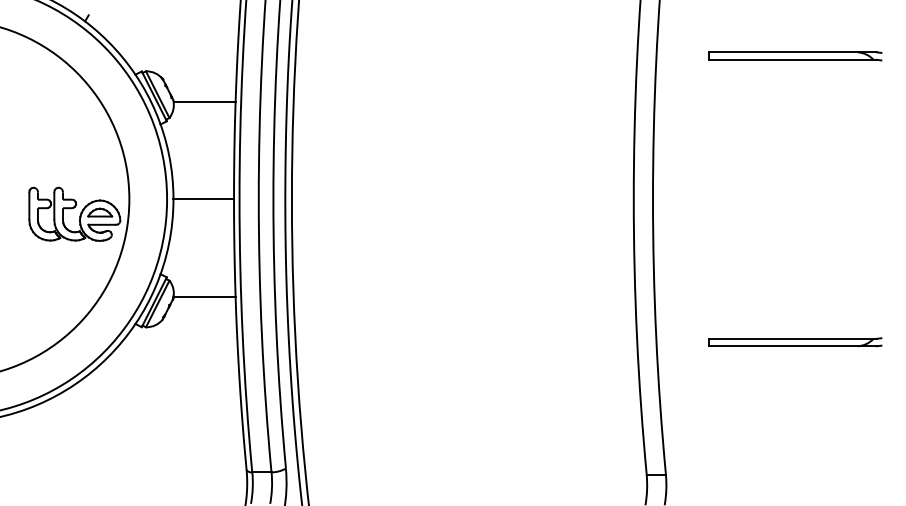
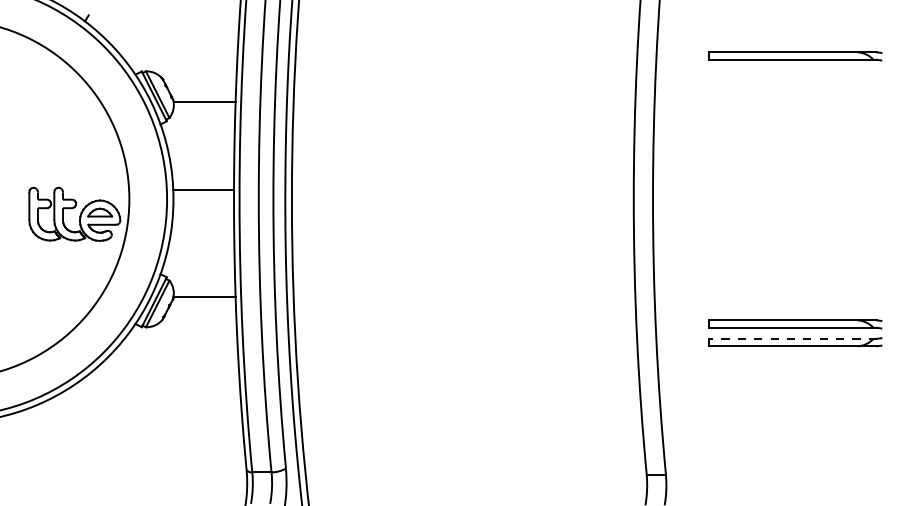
line at (203, 199) position: (203, 199) -> (203, 190)
part at (795, 324): none -> present
line at (792, 338): solid -> dashed
